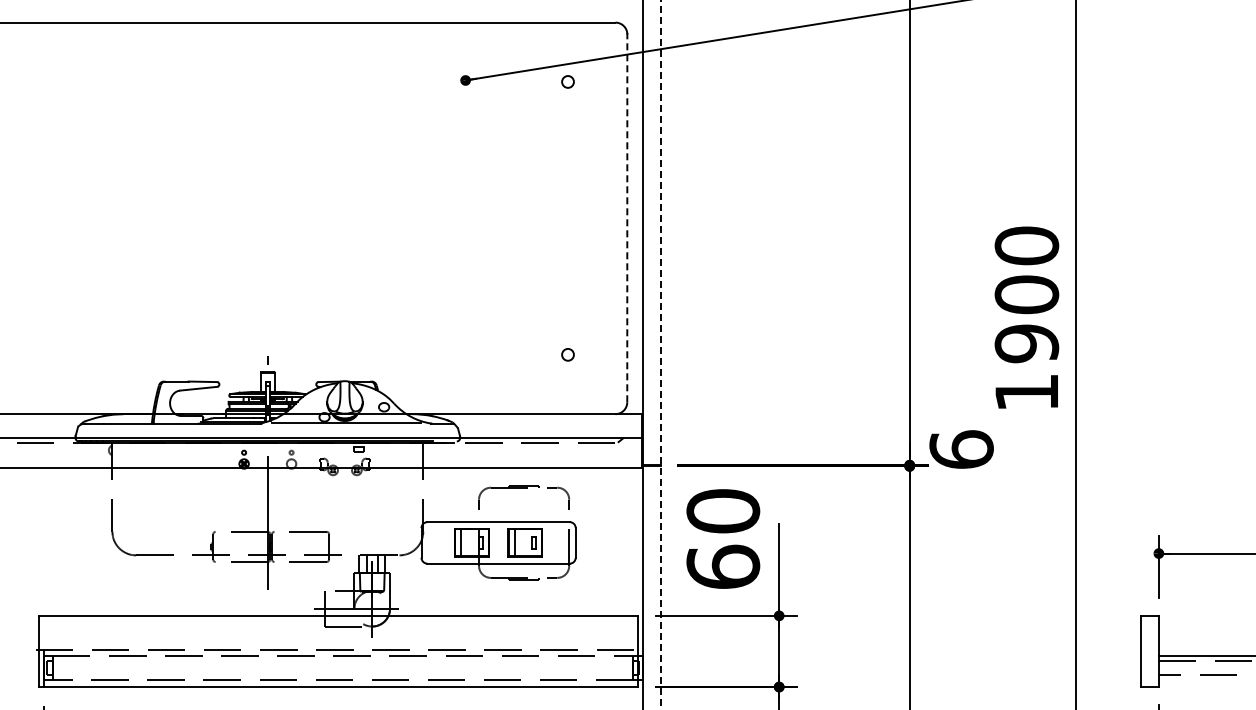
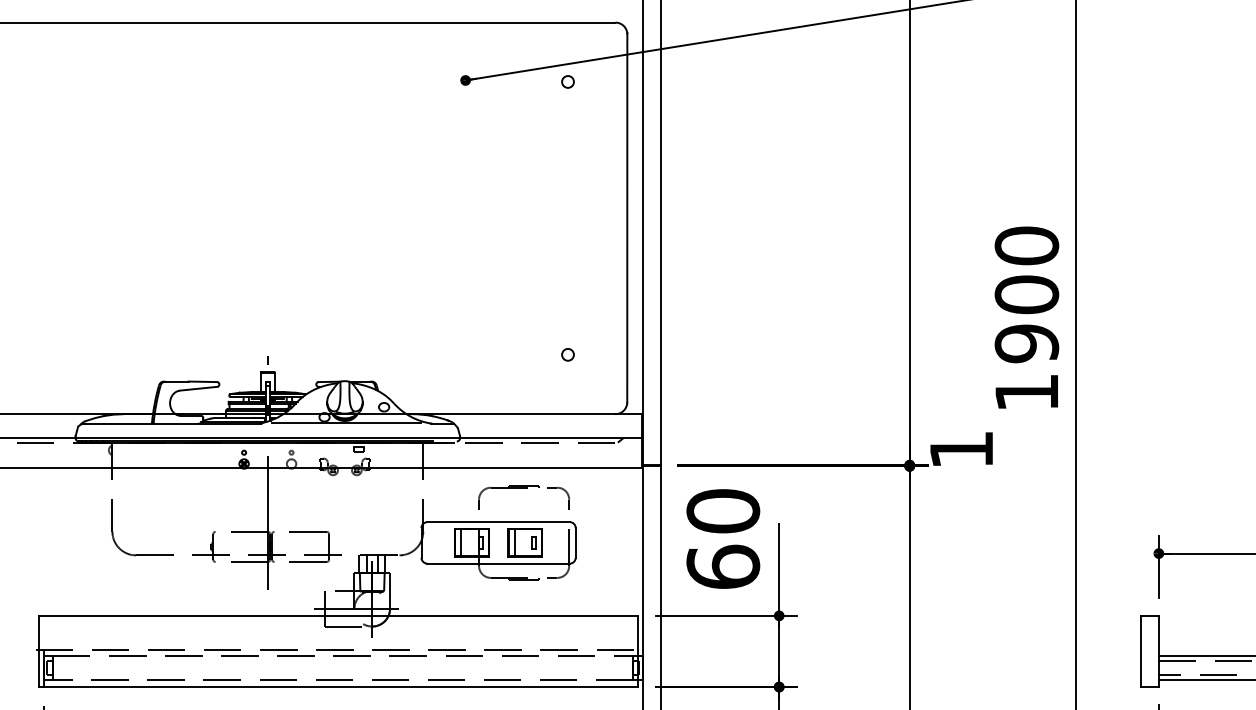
line at (627, 217): dashed -> solid
line at (660, 355): dashed -> solid
text at (961, 449): 6 -> 1
line at (1205, 679): none -> present
